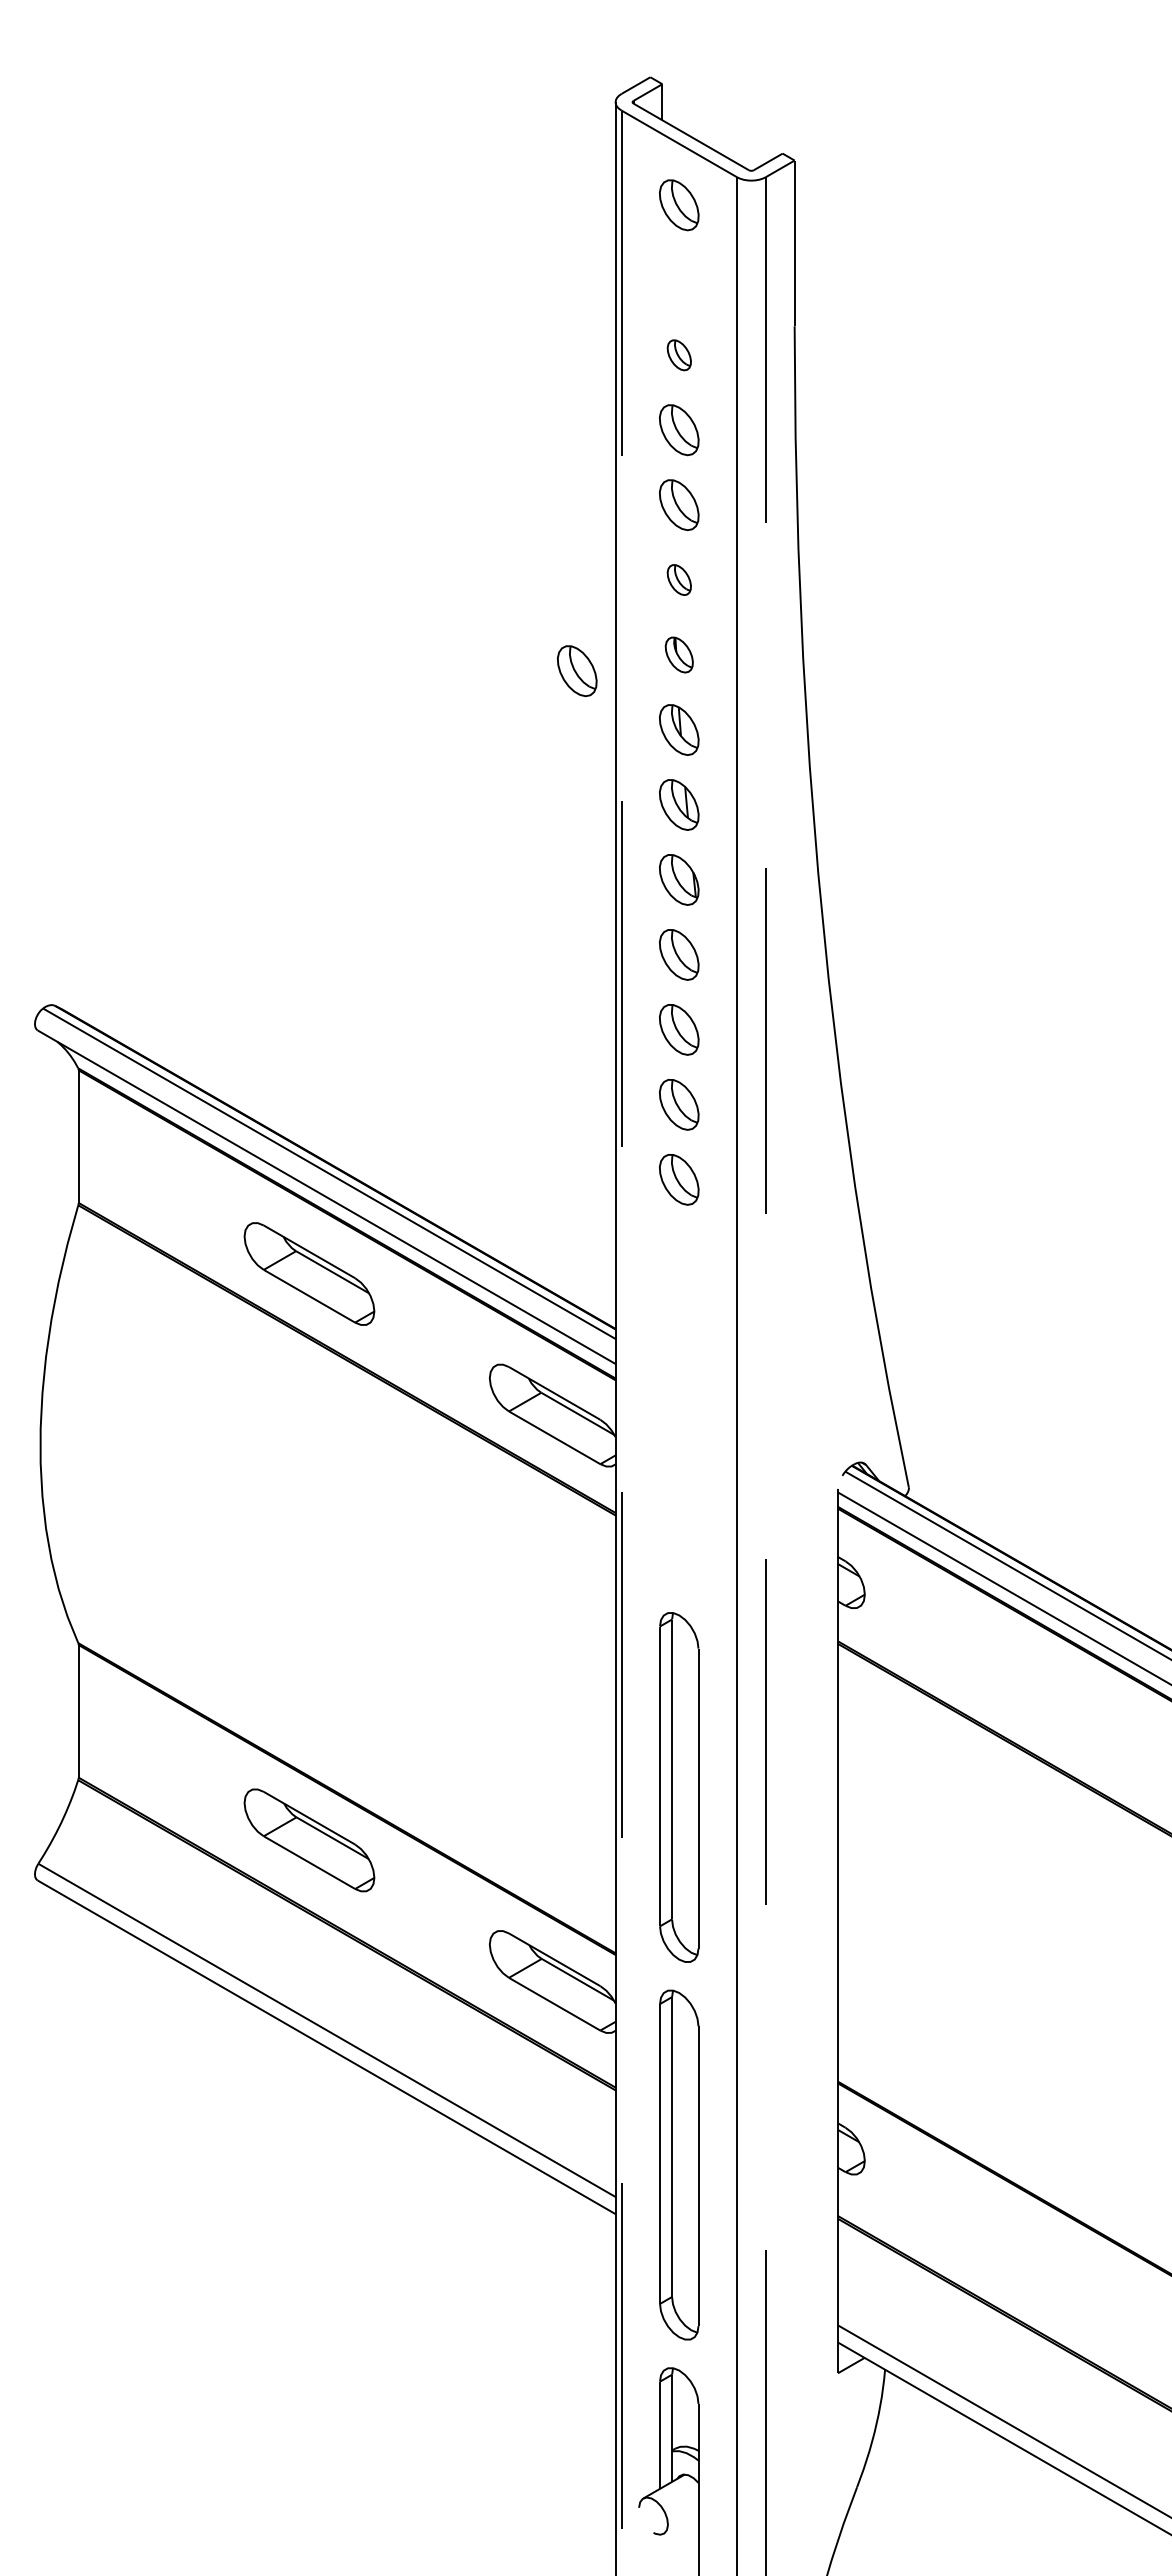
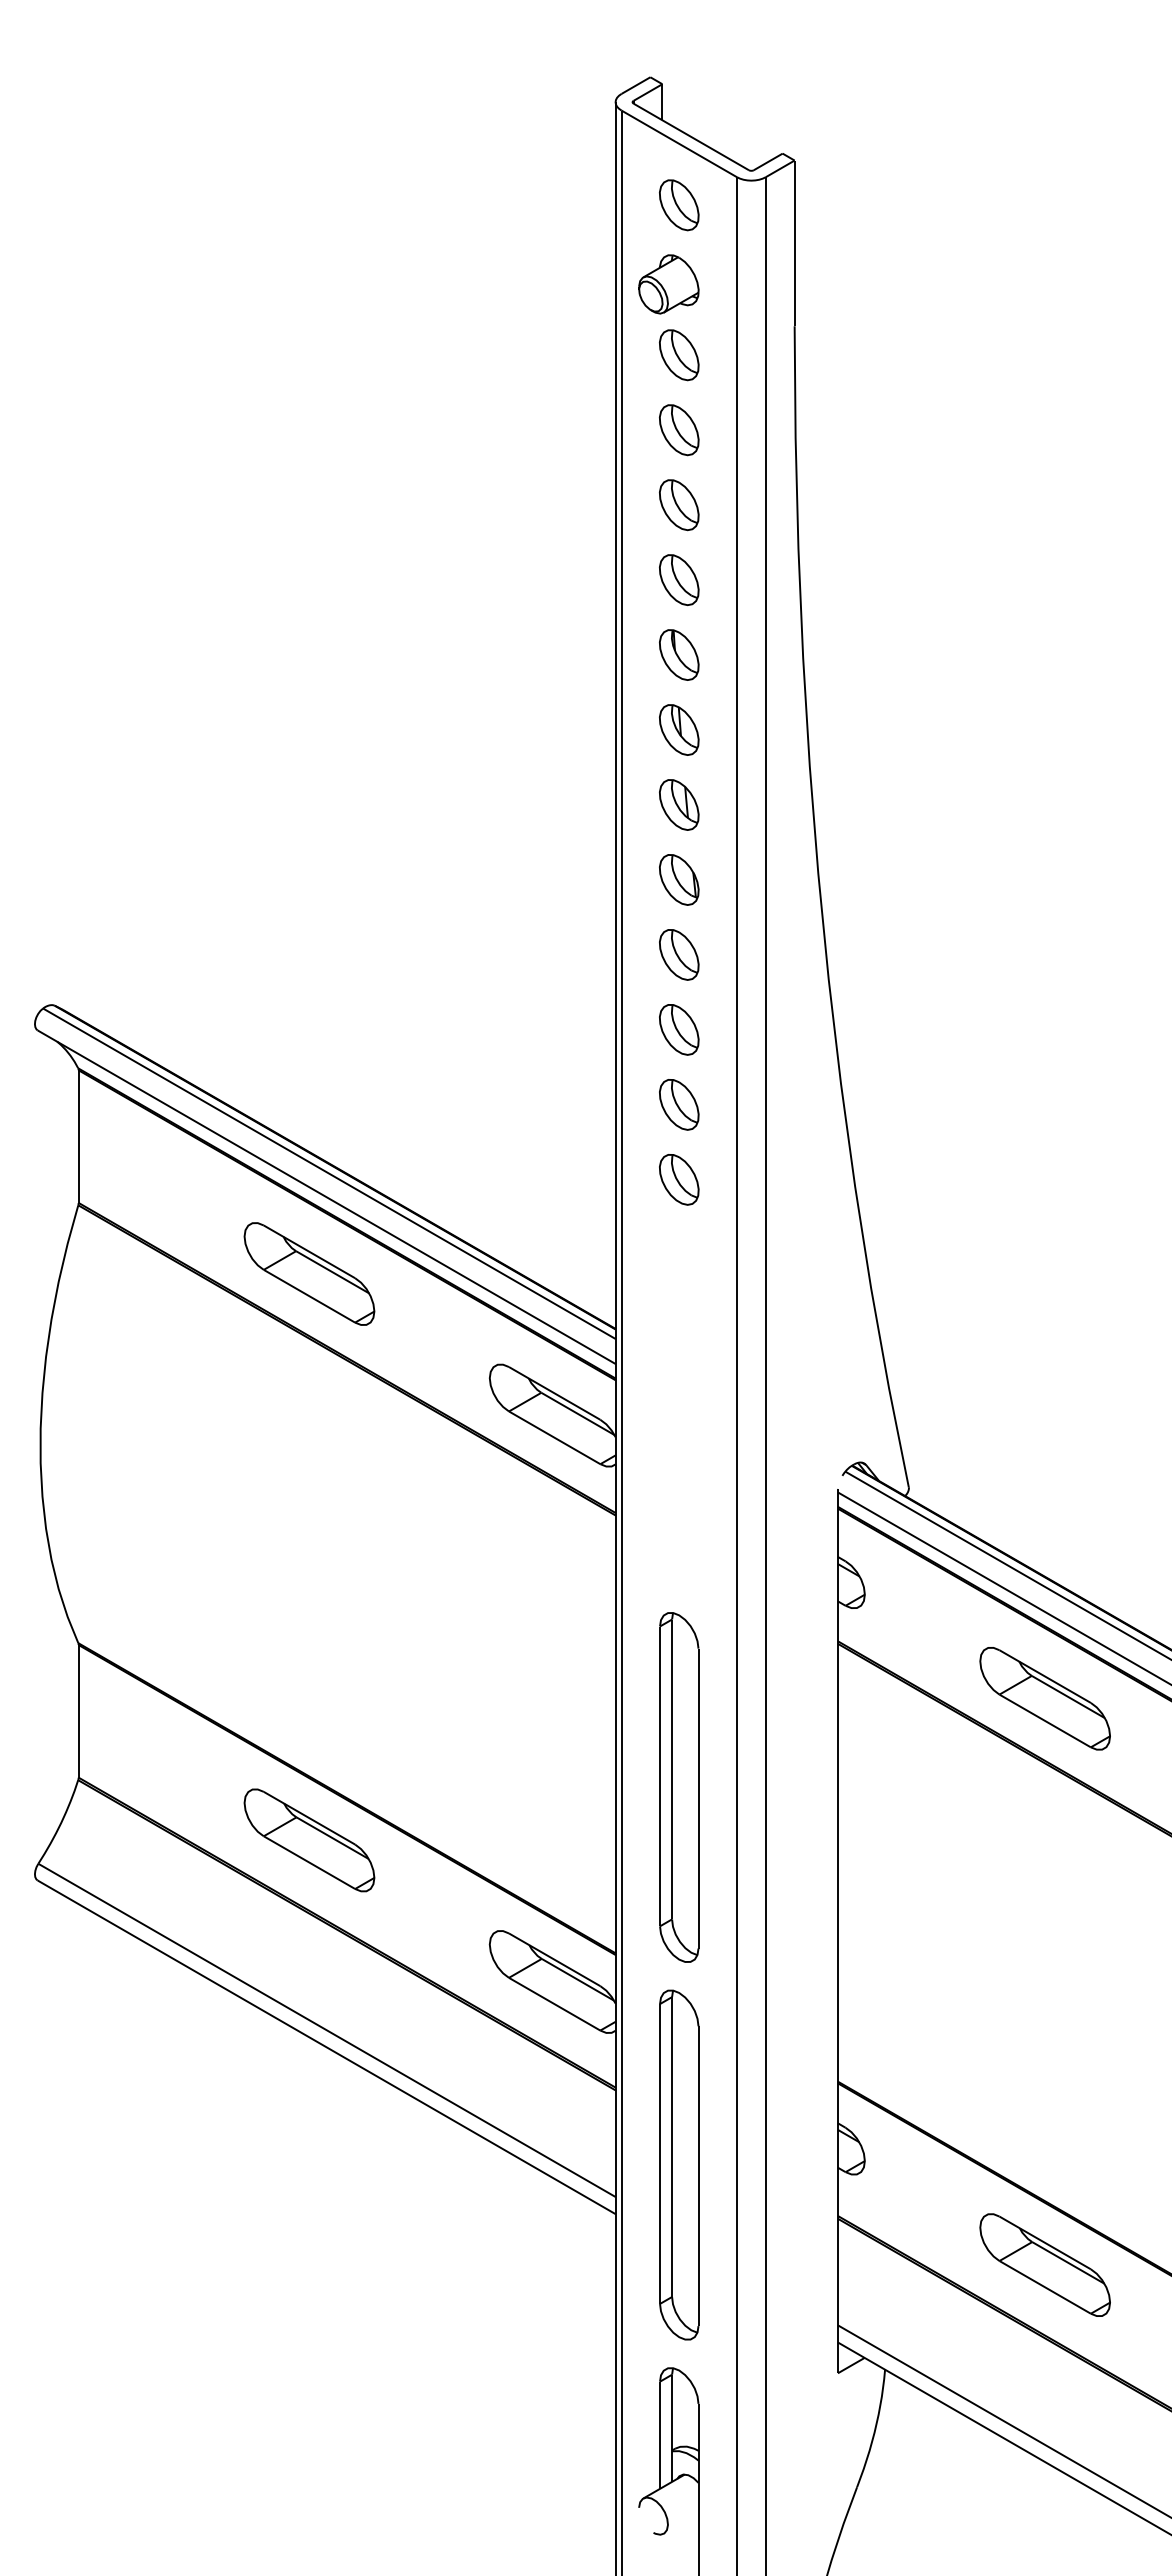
part at (668, 284): none -> present
part at (678, 355) size: 26x33 px -> 41x53 px
part at (678, 579) size: 26x32 px -> 41x52 px
part at (678, 654) size: 30x38 px -> 41x52 px
part at (577, 671): present -> none
line at (621, 1343): dashed -> solid
line at (765, 1376): dashed -> solid
part at (1044, 1698): none -> present
part at (1044, 2264): none -> present
